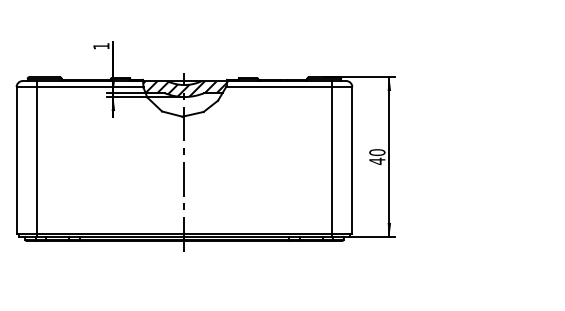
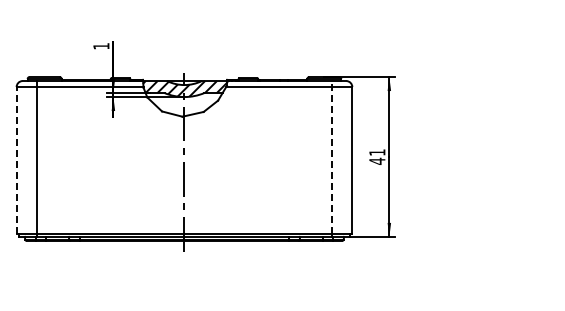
text at (377, 152): 40 -> 41
line at (332, 157): solid -> dashed
line at (16, 160): solid -> dashed
